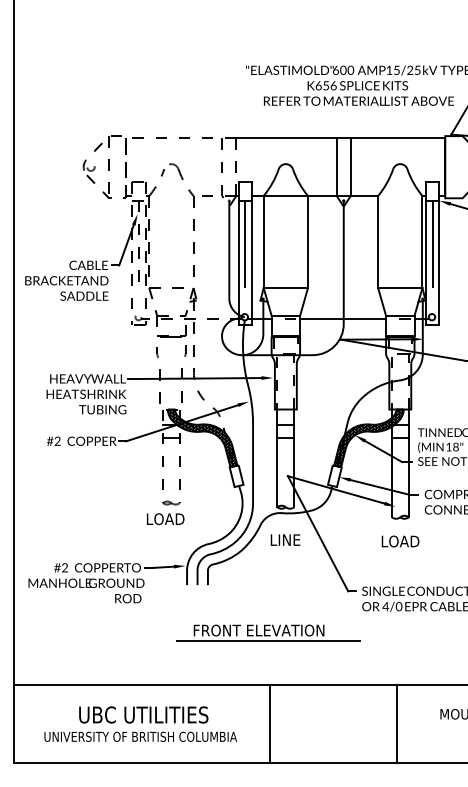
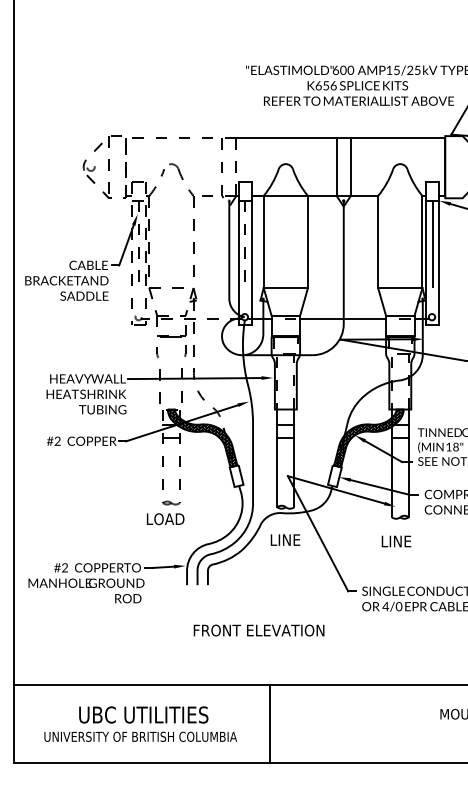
line at (245, 243): solid -> dashed
text at (404, 541): LOAD -> LINE
line at (267, 641): present -> none
line at (396, 724): present -> none
